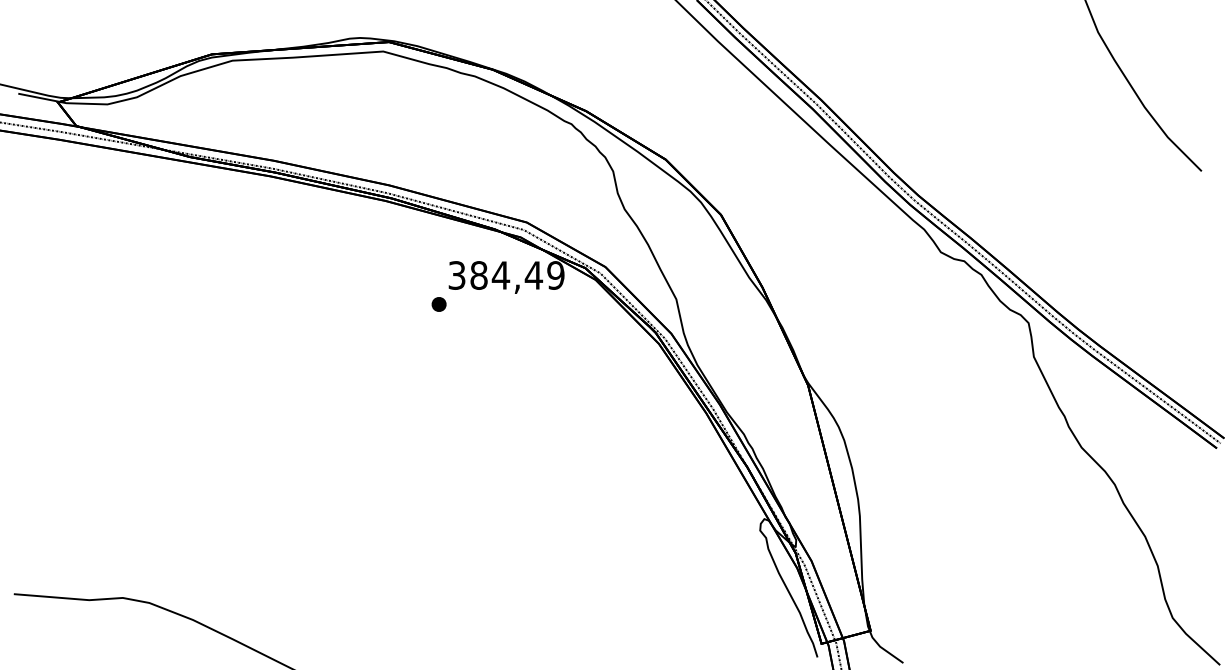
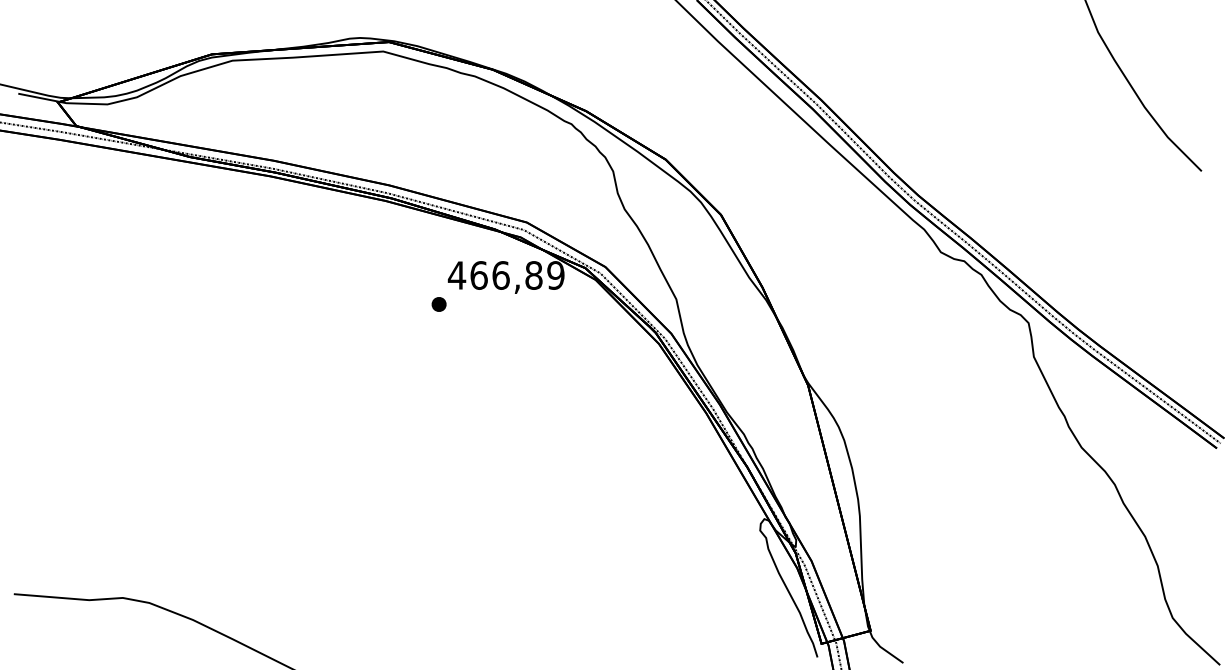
text at (495, 275): 384,49 -> 466,89
